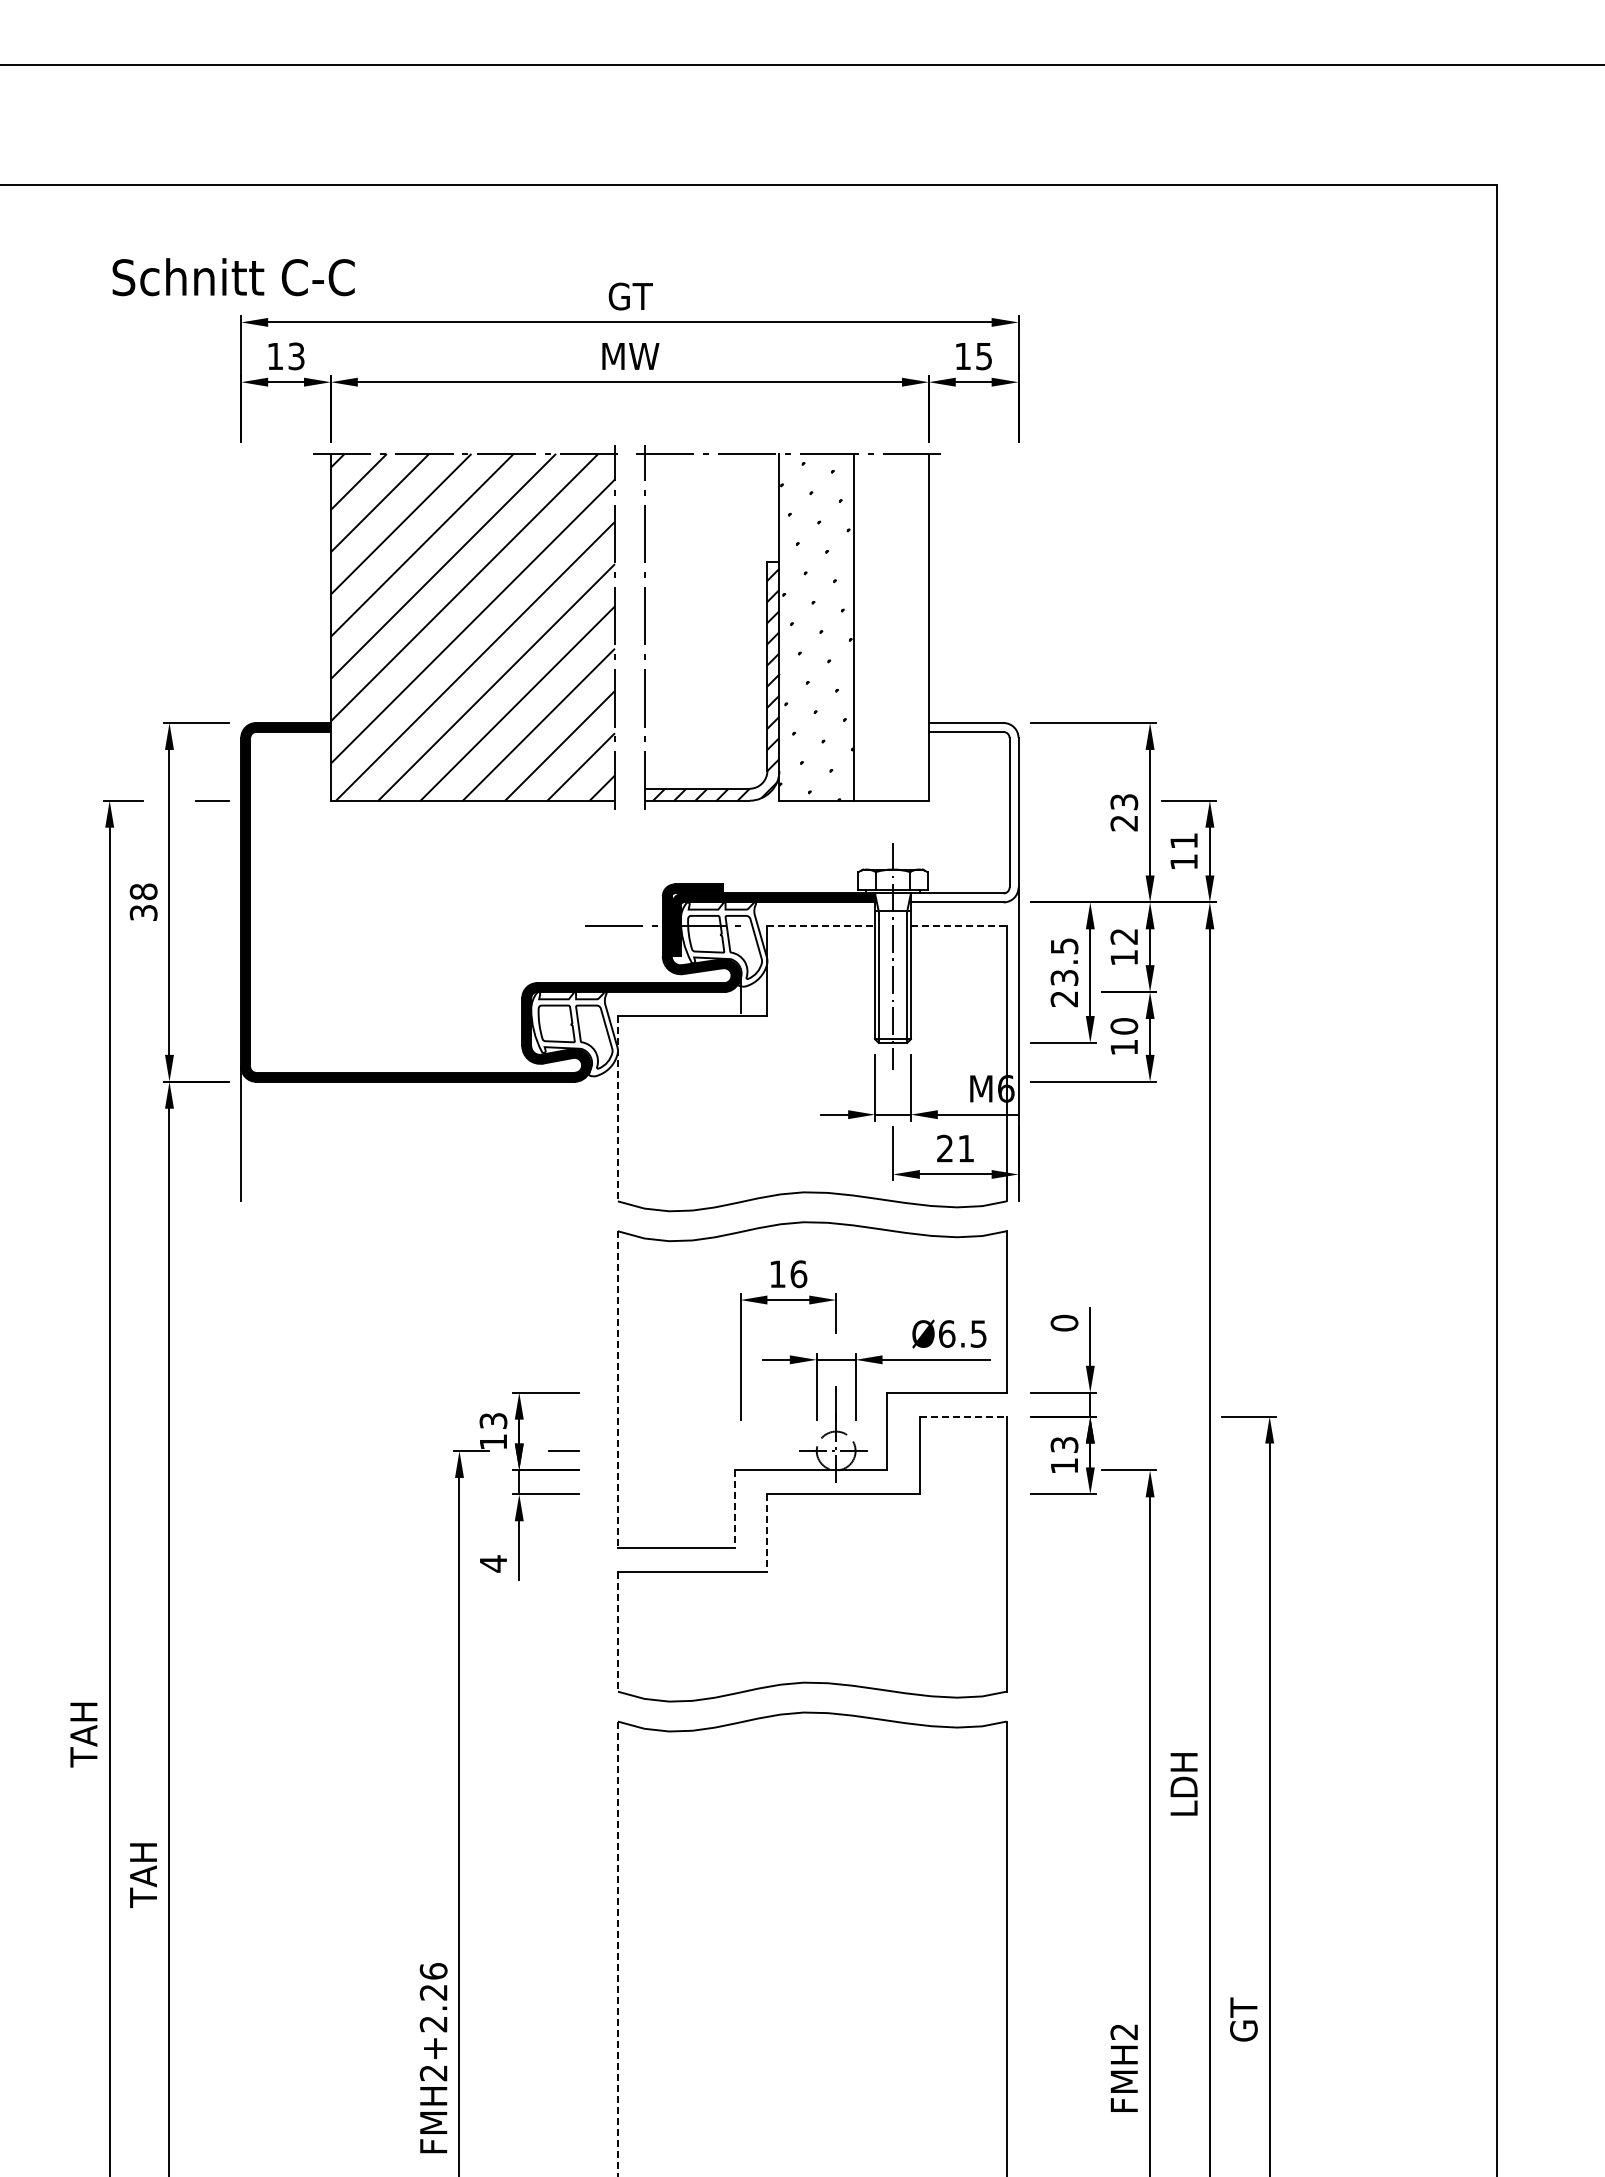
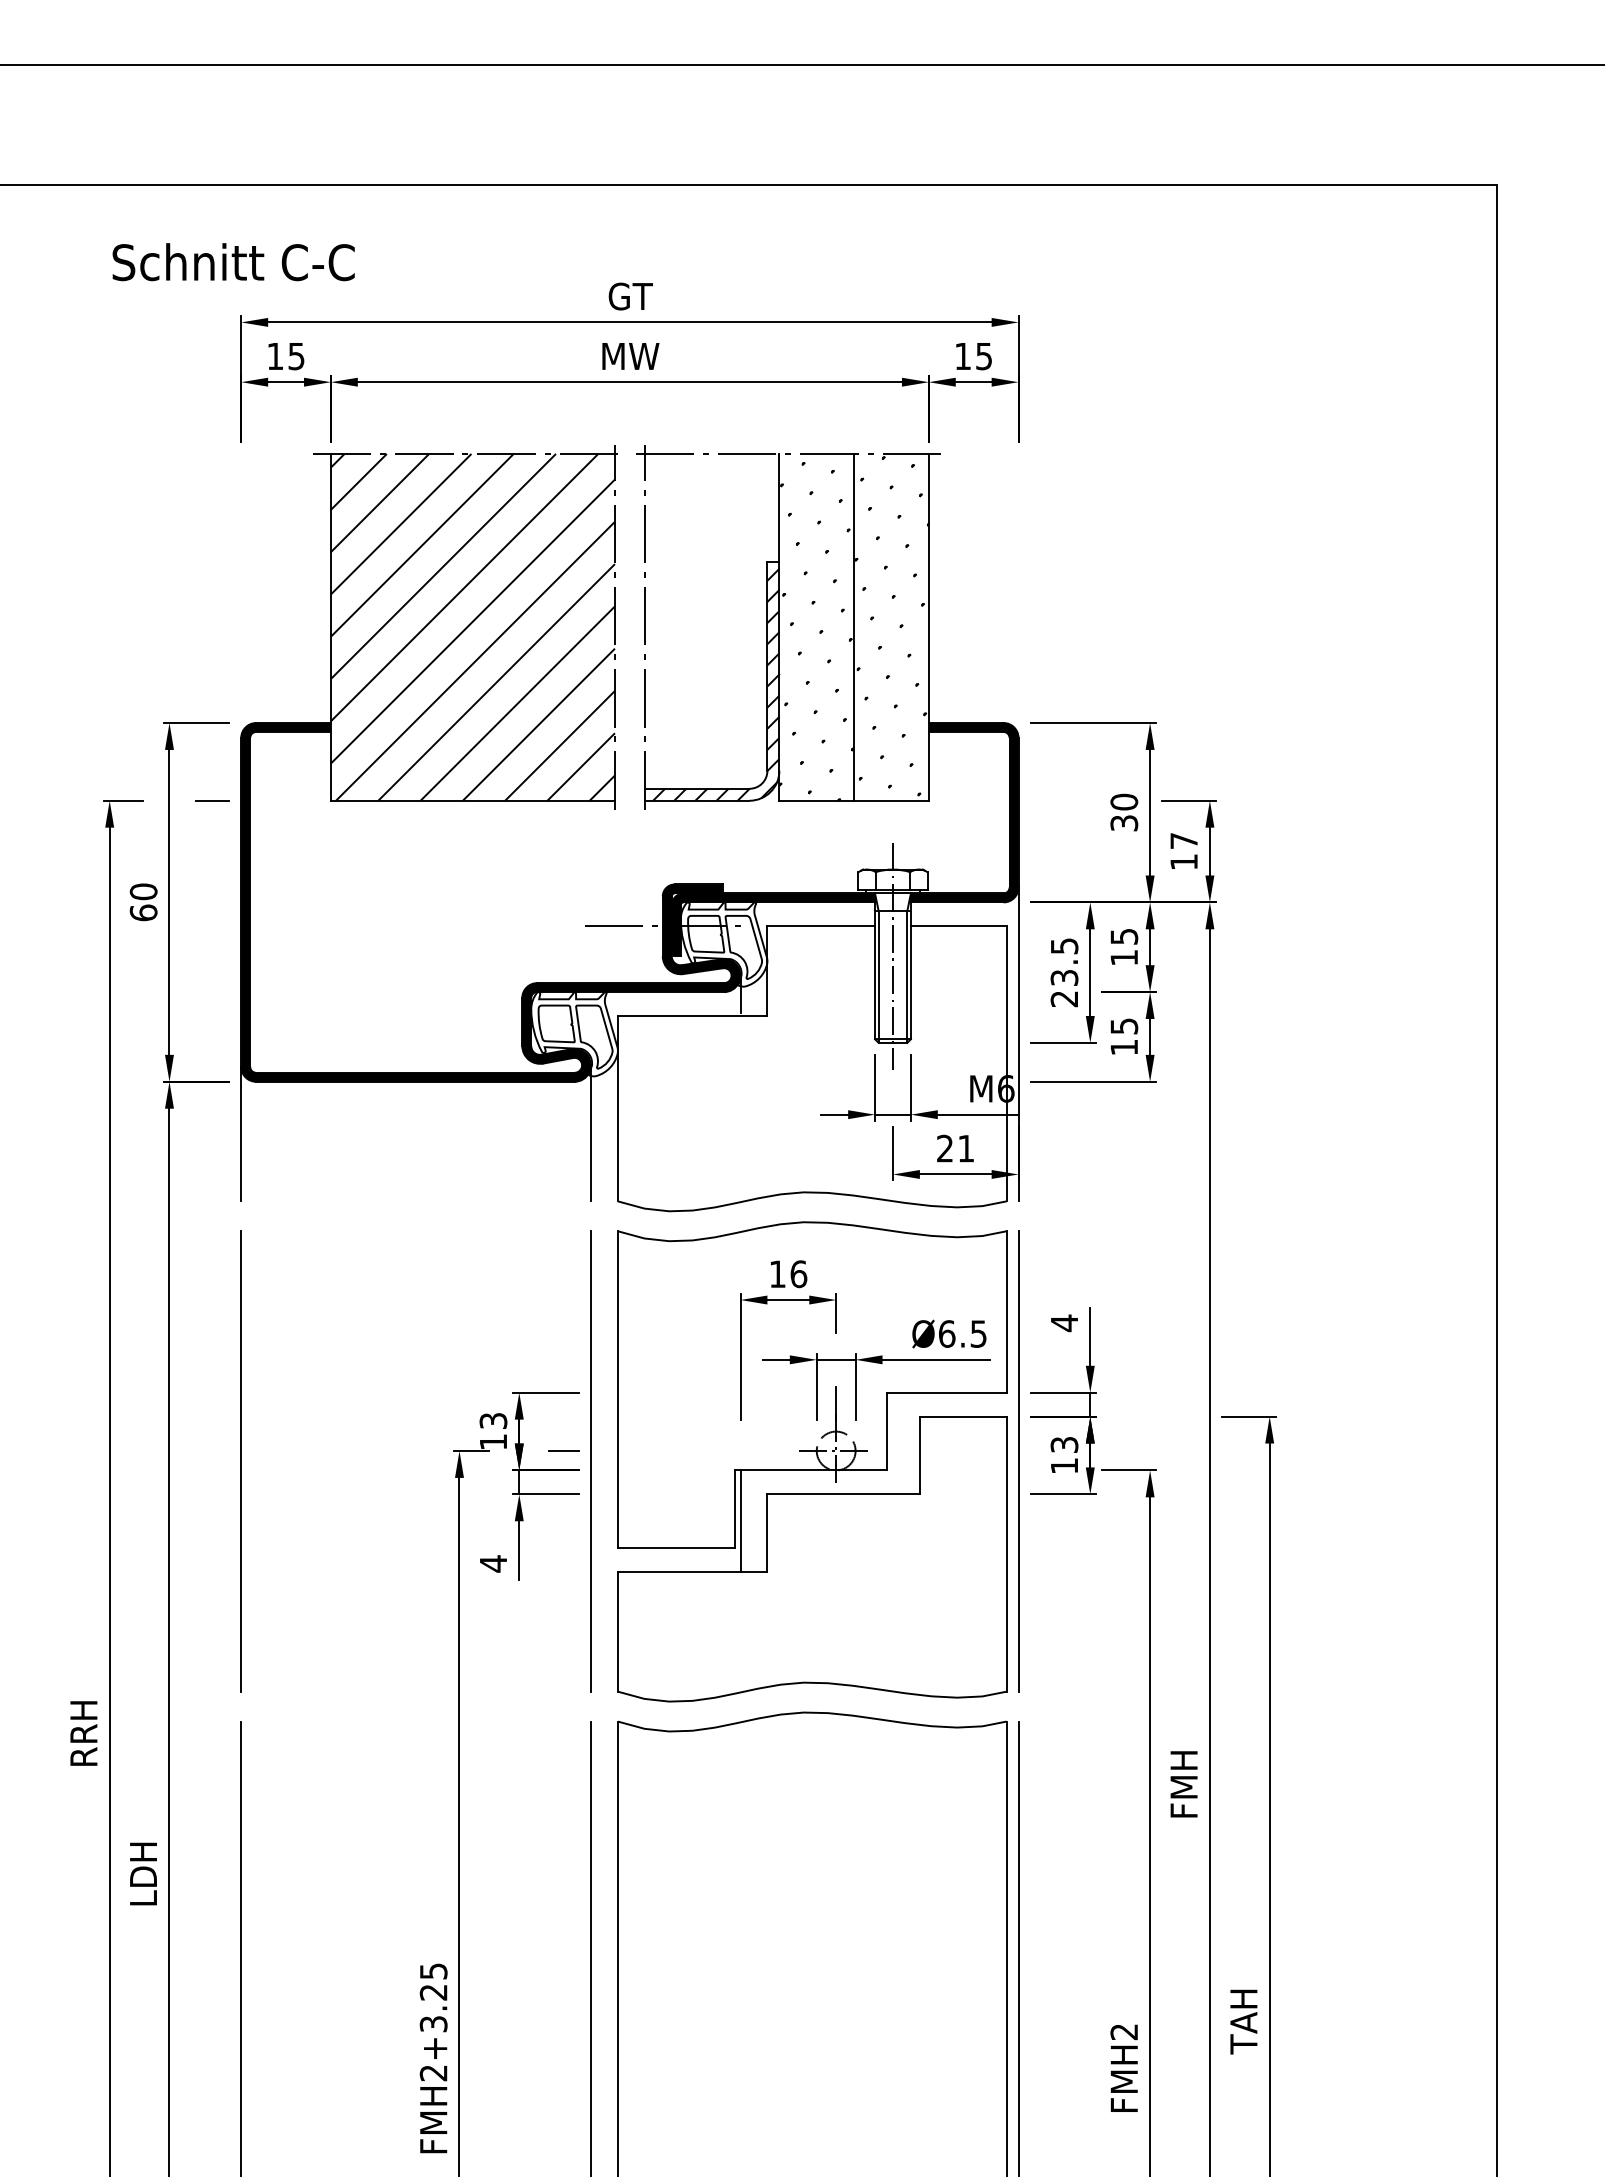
text at (233, 277) position: (233, 277) -> (233, 262)
text at (296, 355): 13 -> 15
hatch at (891, 625): none -> present
fill at (964, 812): none -> present
text at (1124, 812): 23 -> 30
text at (1183, 840): 11 -> 17
text at (143, 902): 38 -> 60
line at (821, 926): dashed -> solid
line at (958, 926): dashed -> solid
text at (1124, 936): 12 -> 15
text at (1124, 1026): 10 -> 15
line at (617, 1108): dashed -> solid
line at (591, 1133): none -> present
text at (1064, 1323): 0 -> 4
line at (617, 1390): dashed -> solid
line at (963, 1416): dashed -> solid
line at (241, 1461): none -> present
line at (591, 1461): none -> present
line at (1018, 1461): none -> present
line at (734, 1509): dashed -> solid
line at (740, 1521): none -> present
line at (767, 1533): dashed -> solid
line at (617, 1631): dashed -> solid
text at (83, 1734): TAH -> RRH
text at (1183, 1784): LDH -> FMH
text at (143, 1875): TAH -> LDH
line at (241, 1947): none -> present
line at (591, 1947): none -> present
line at (1018, 1947): none -> present
line at (617, 1949): dashed -> solid
text at (433, 1997): FMH2+2.26 -> FMH2+3.25
text at (1243, 2021): GT -> TAH
